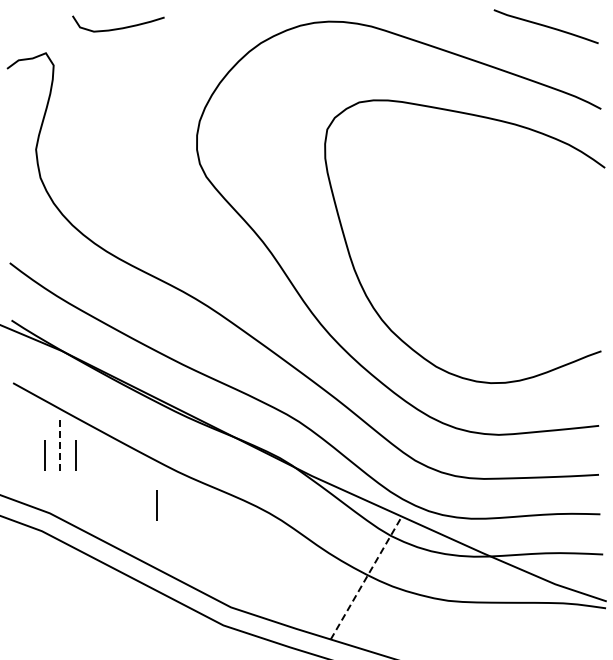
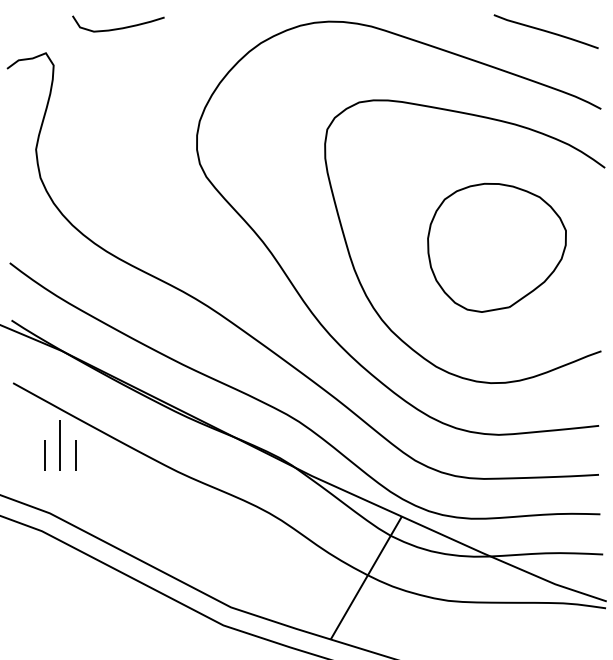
line at (545, 26) position: (545, 26) -> (545, 31)
part at (496, 247): none -> present
line at (60, 445): dashed -> solid
line at (156, 505): present -> none
line at (366, 578): dashed -> solid
